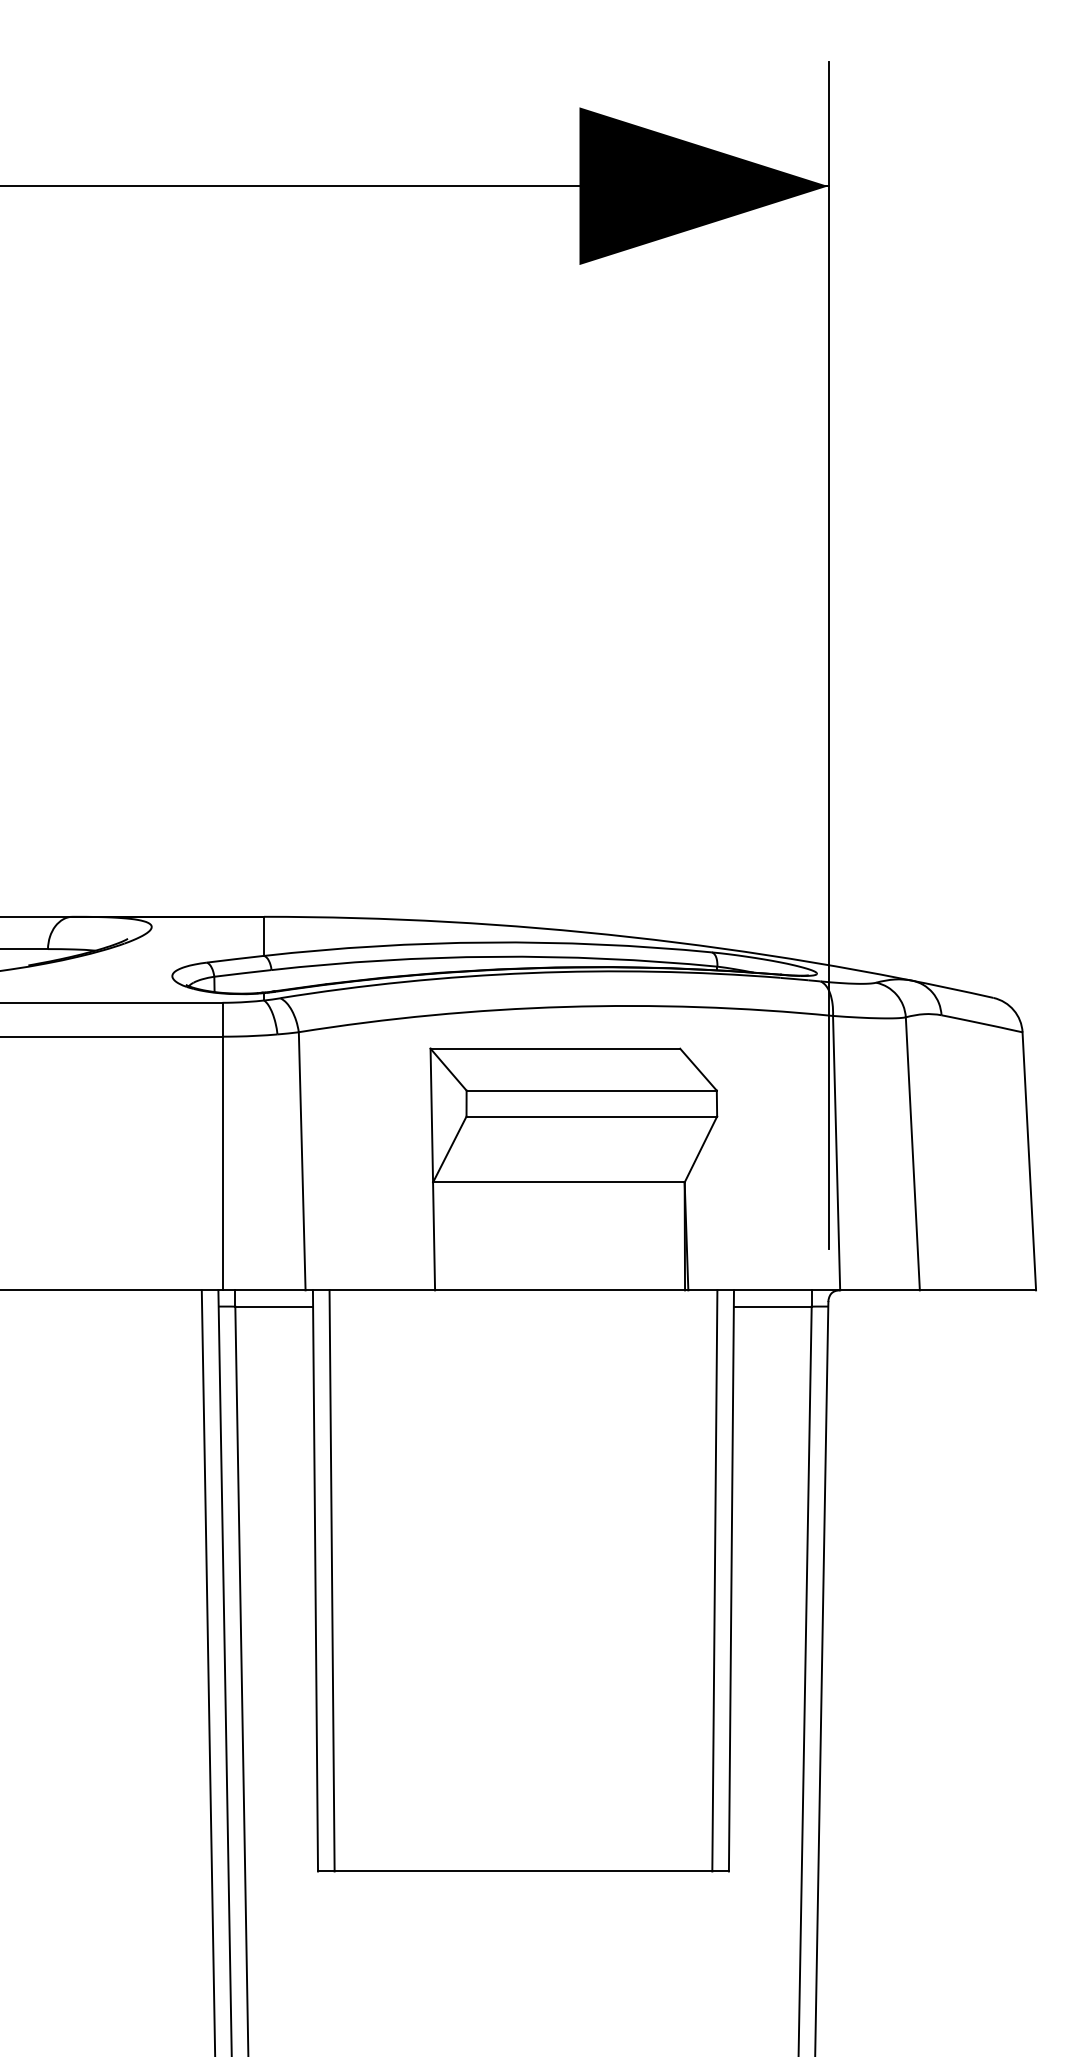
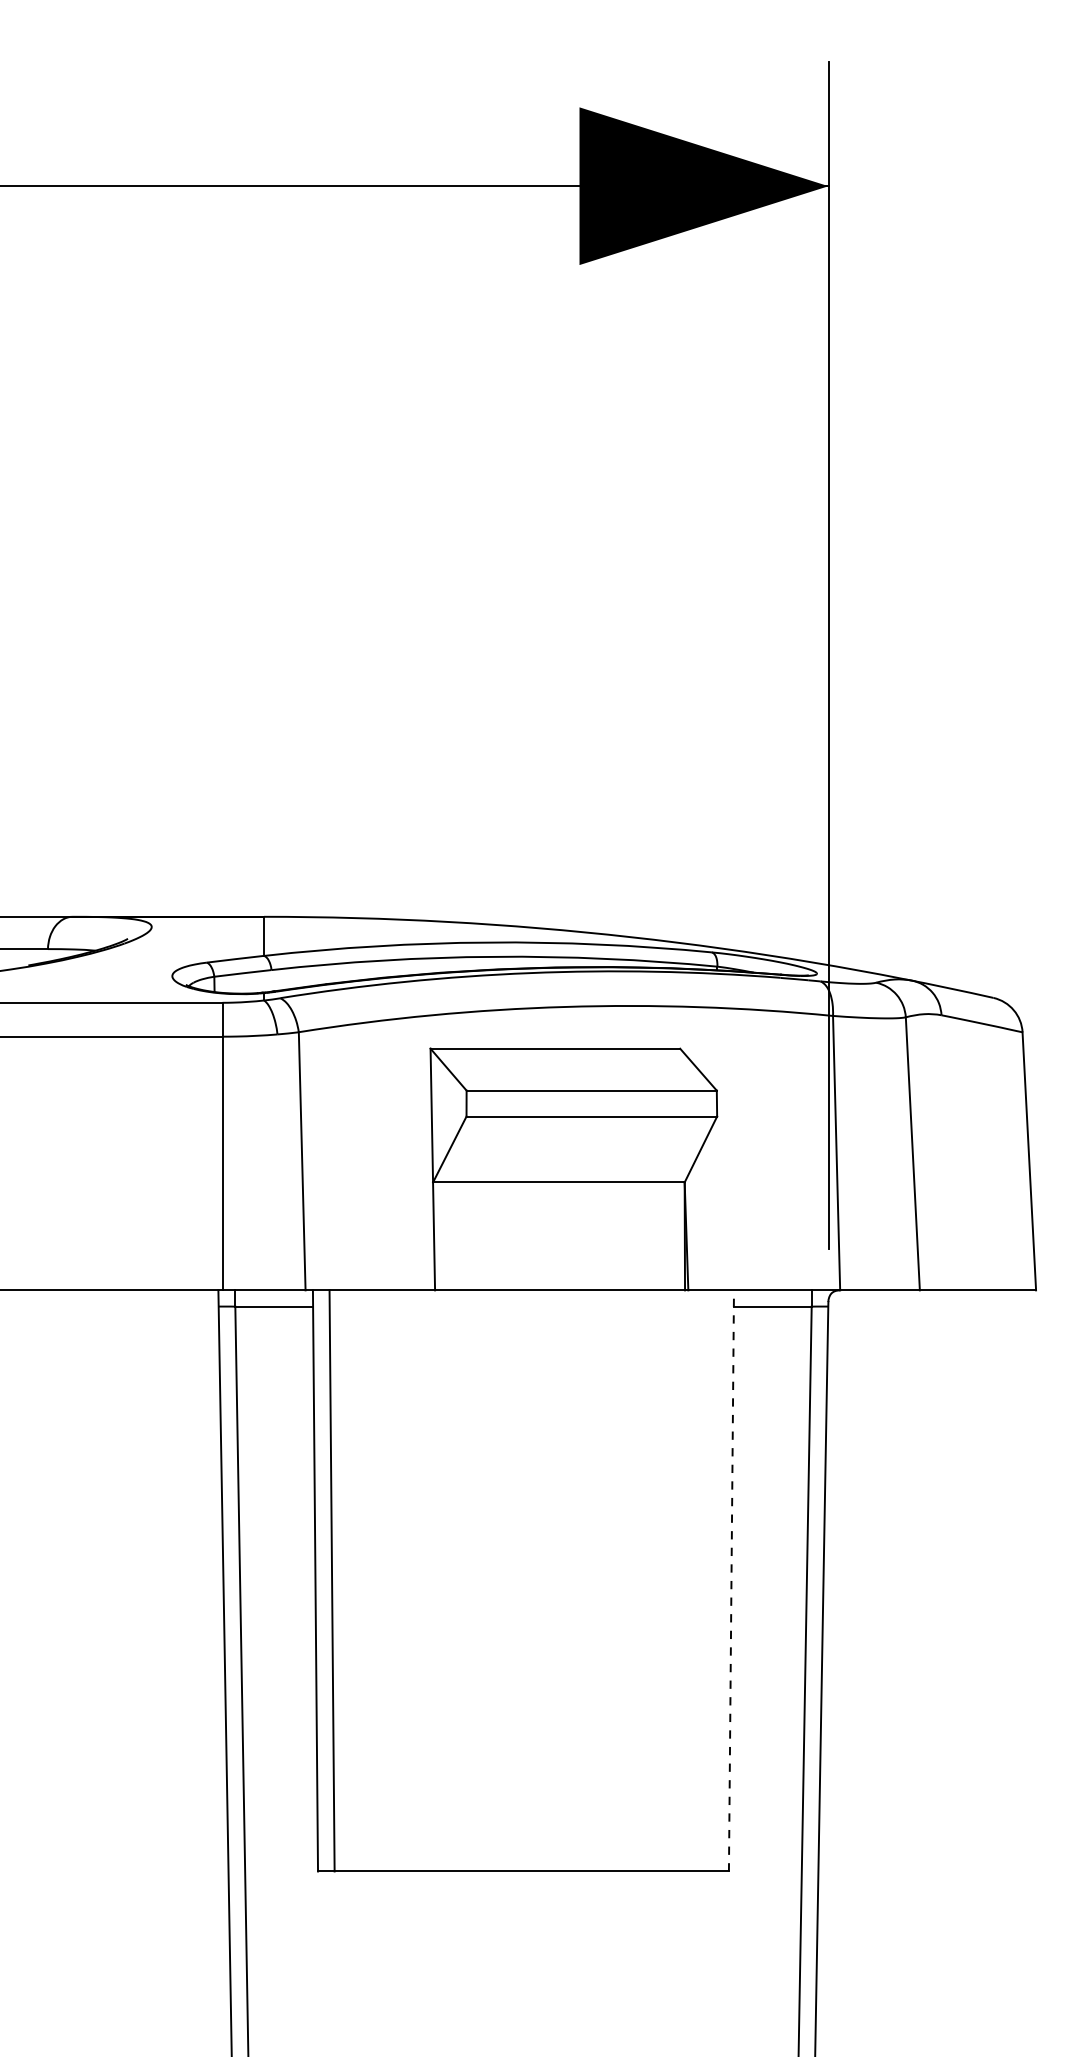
line at (714, 1580): present -> none
line at (731, 1580): solid -> dashed
line at (208, 1671): present -> none
